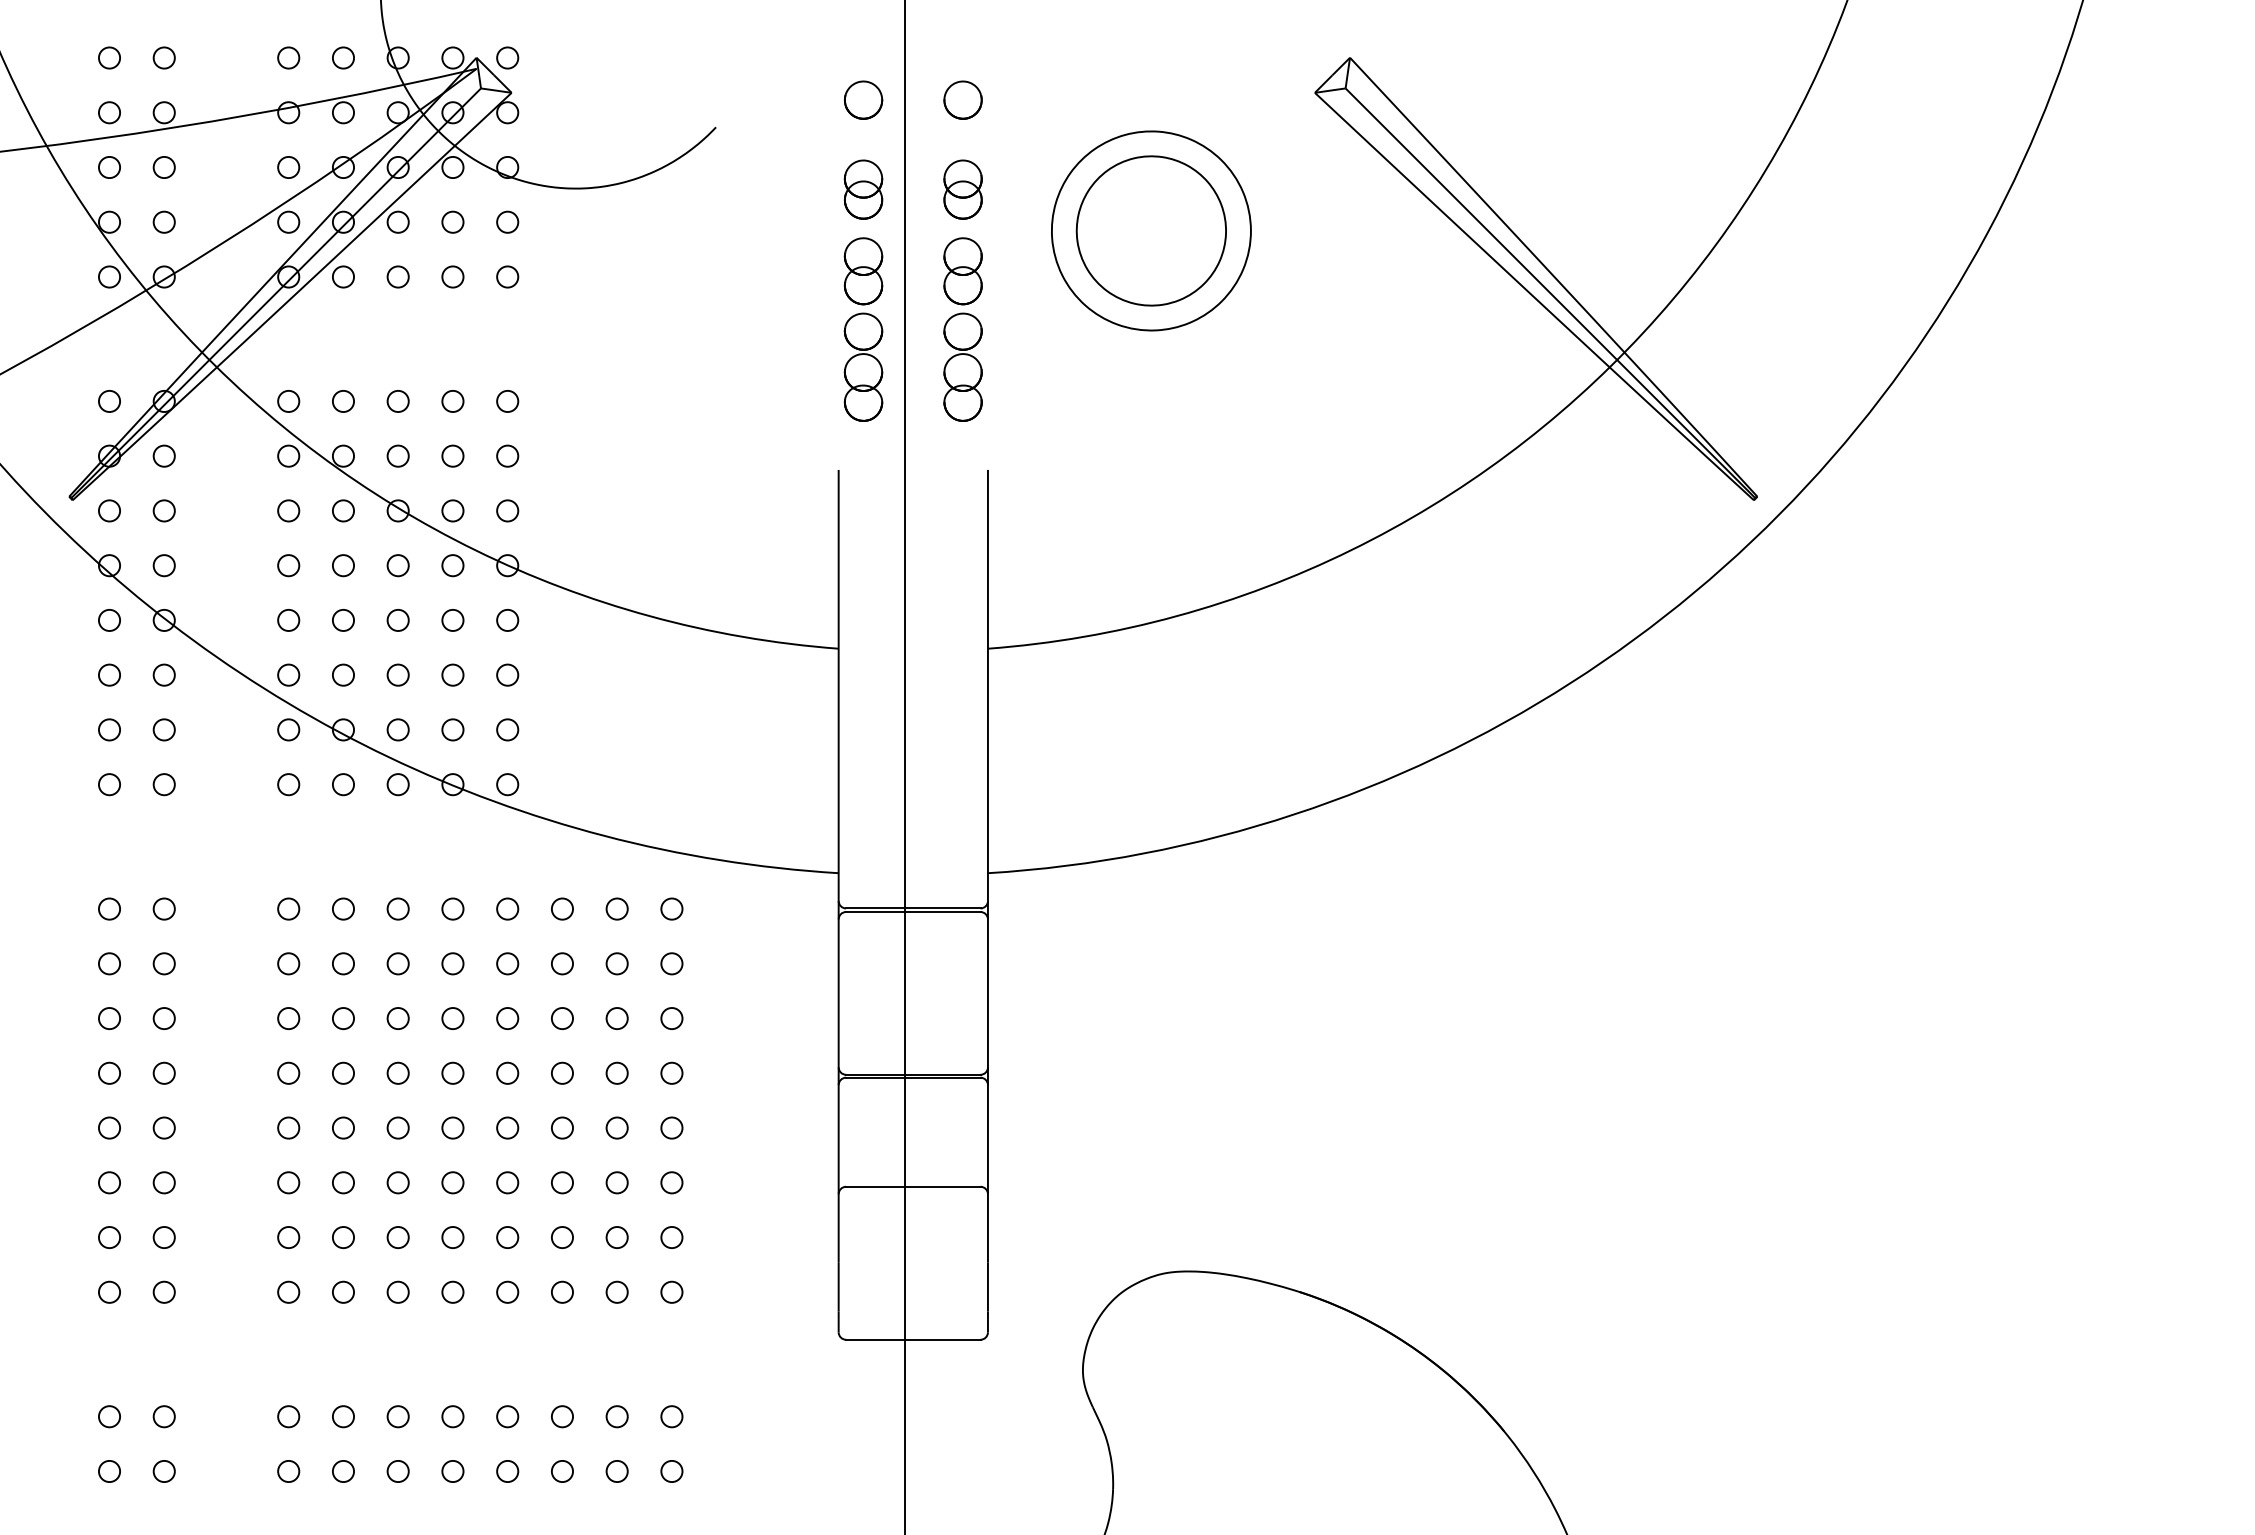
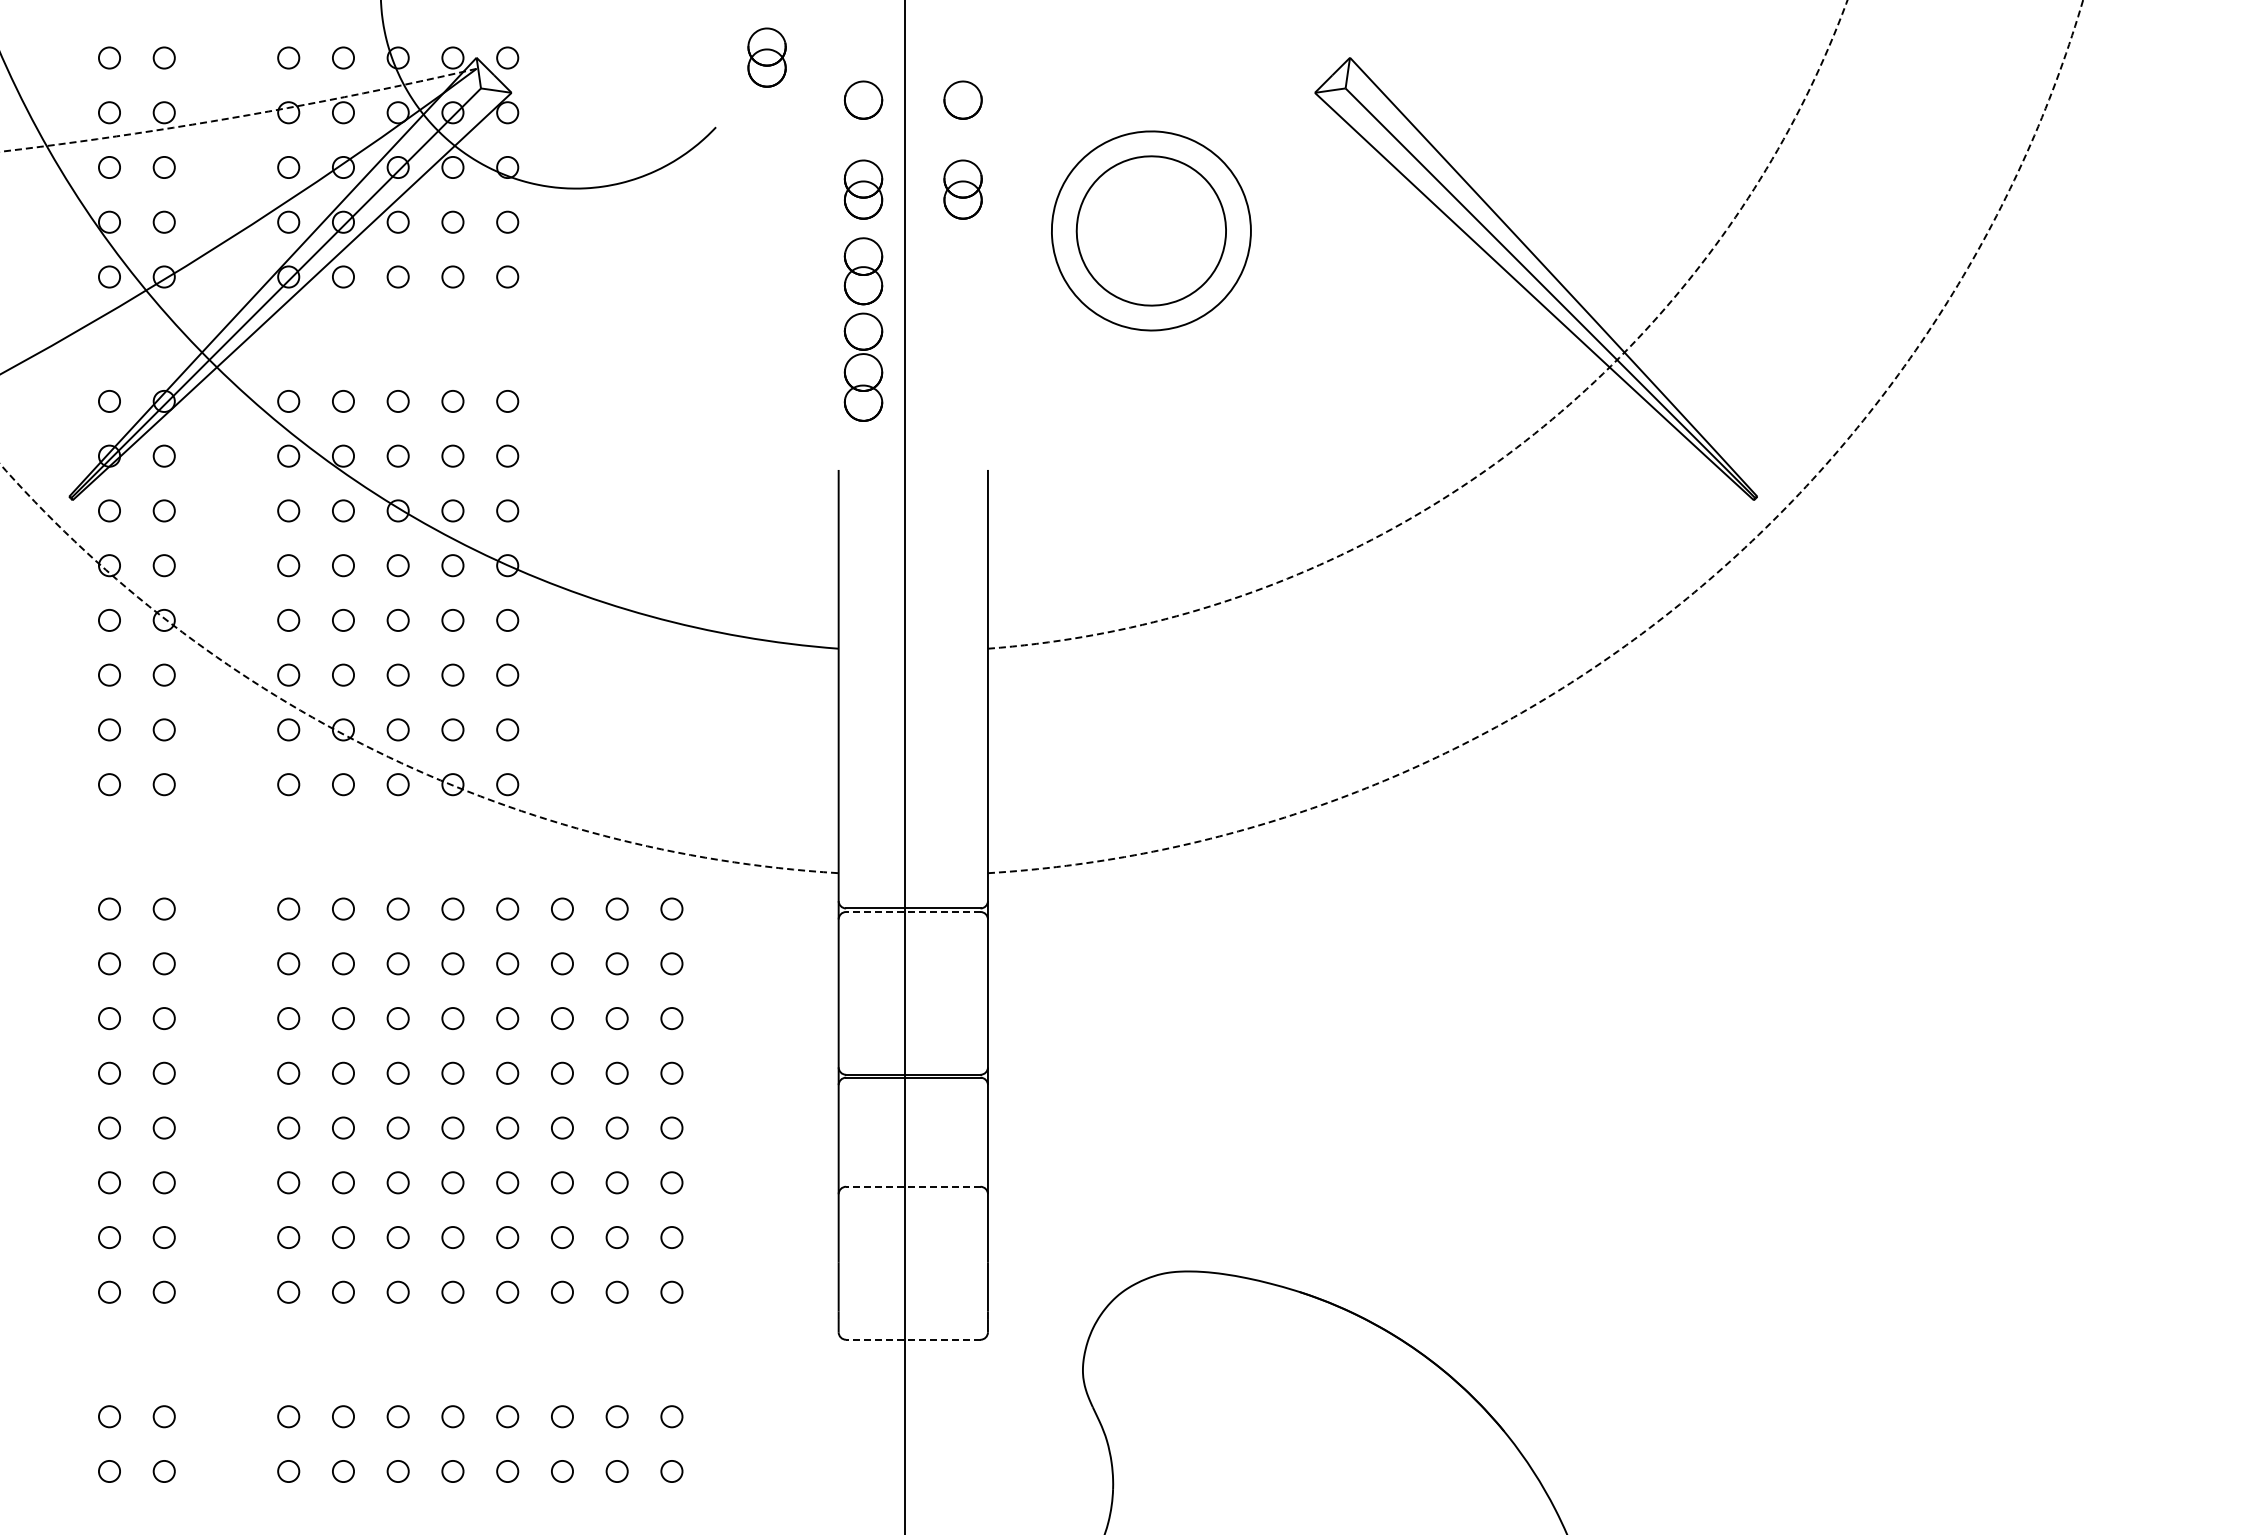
part at (766, 57): none -> present
arc at (239, 116): solid -> dashed
part at (962, 329): present -> none
arc at (1511, 451): solid -> dashed
arc at (1673, 609): solid -> dashed
arc at (376, 750): solid -> dashed
line at (912, 912): solid -> dashed
line at (912, 1186): solid -> dashed
line at (912, 1339): solid -> dashed
